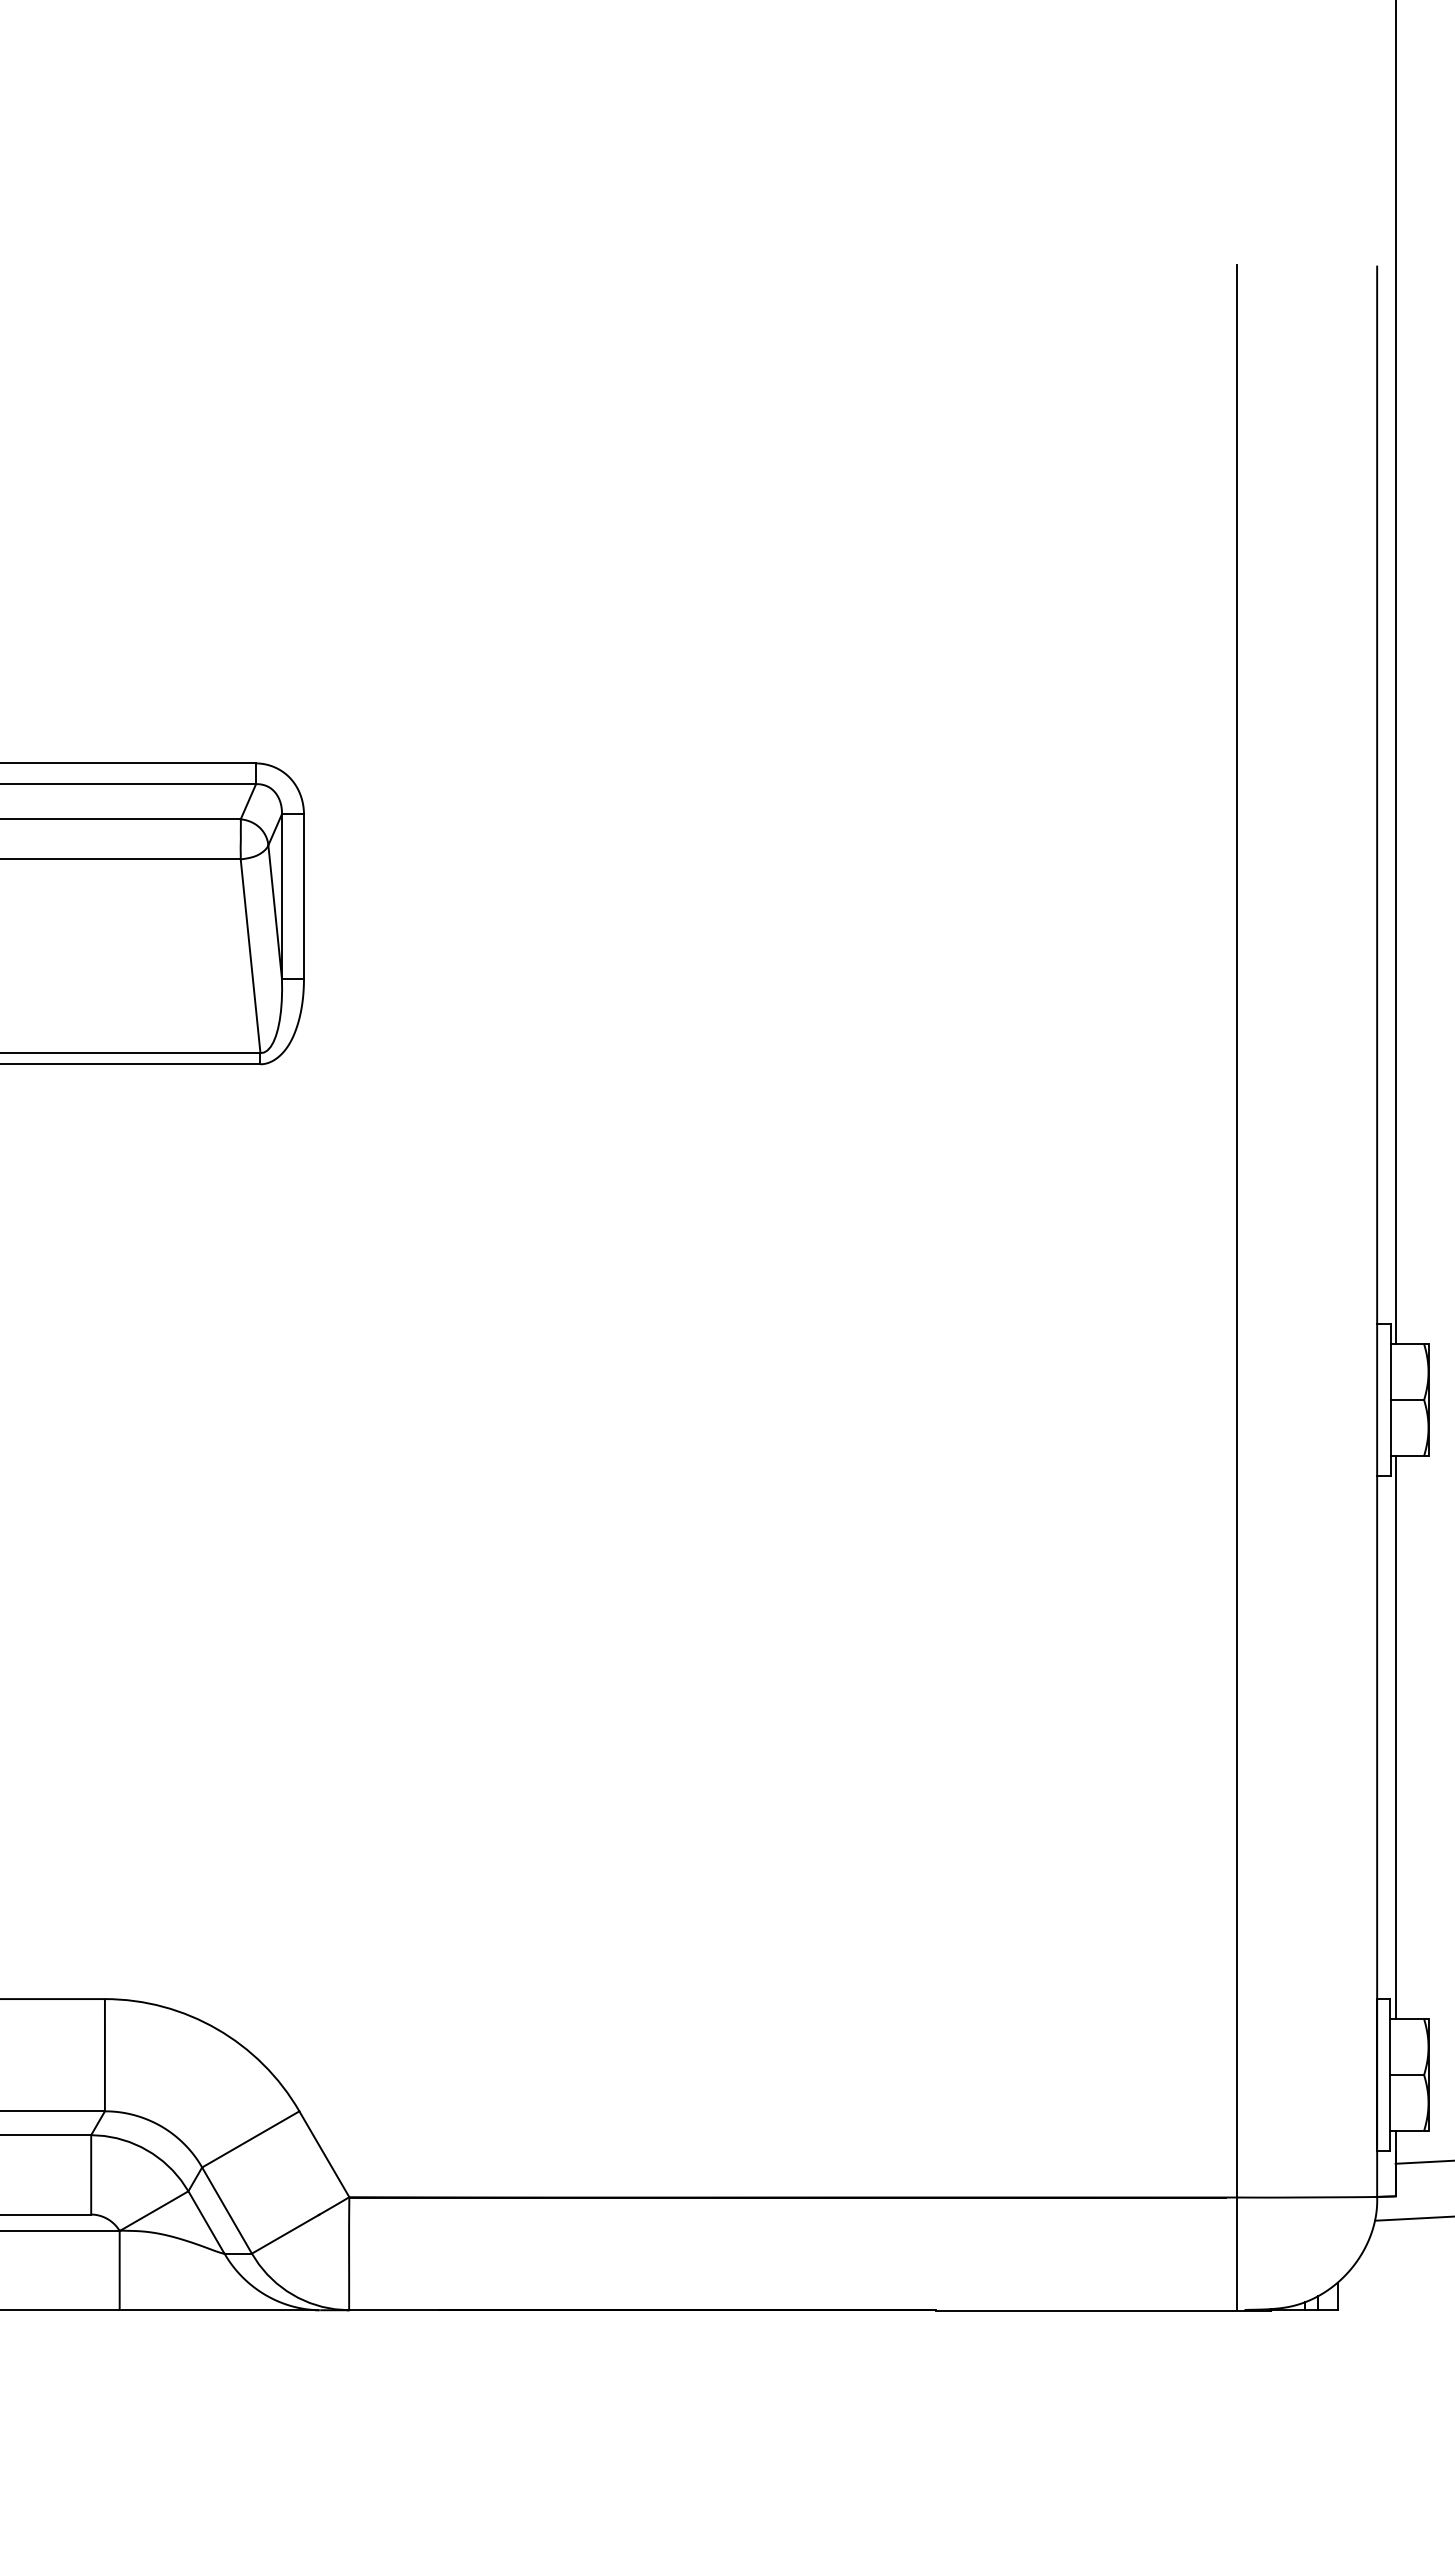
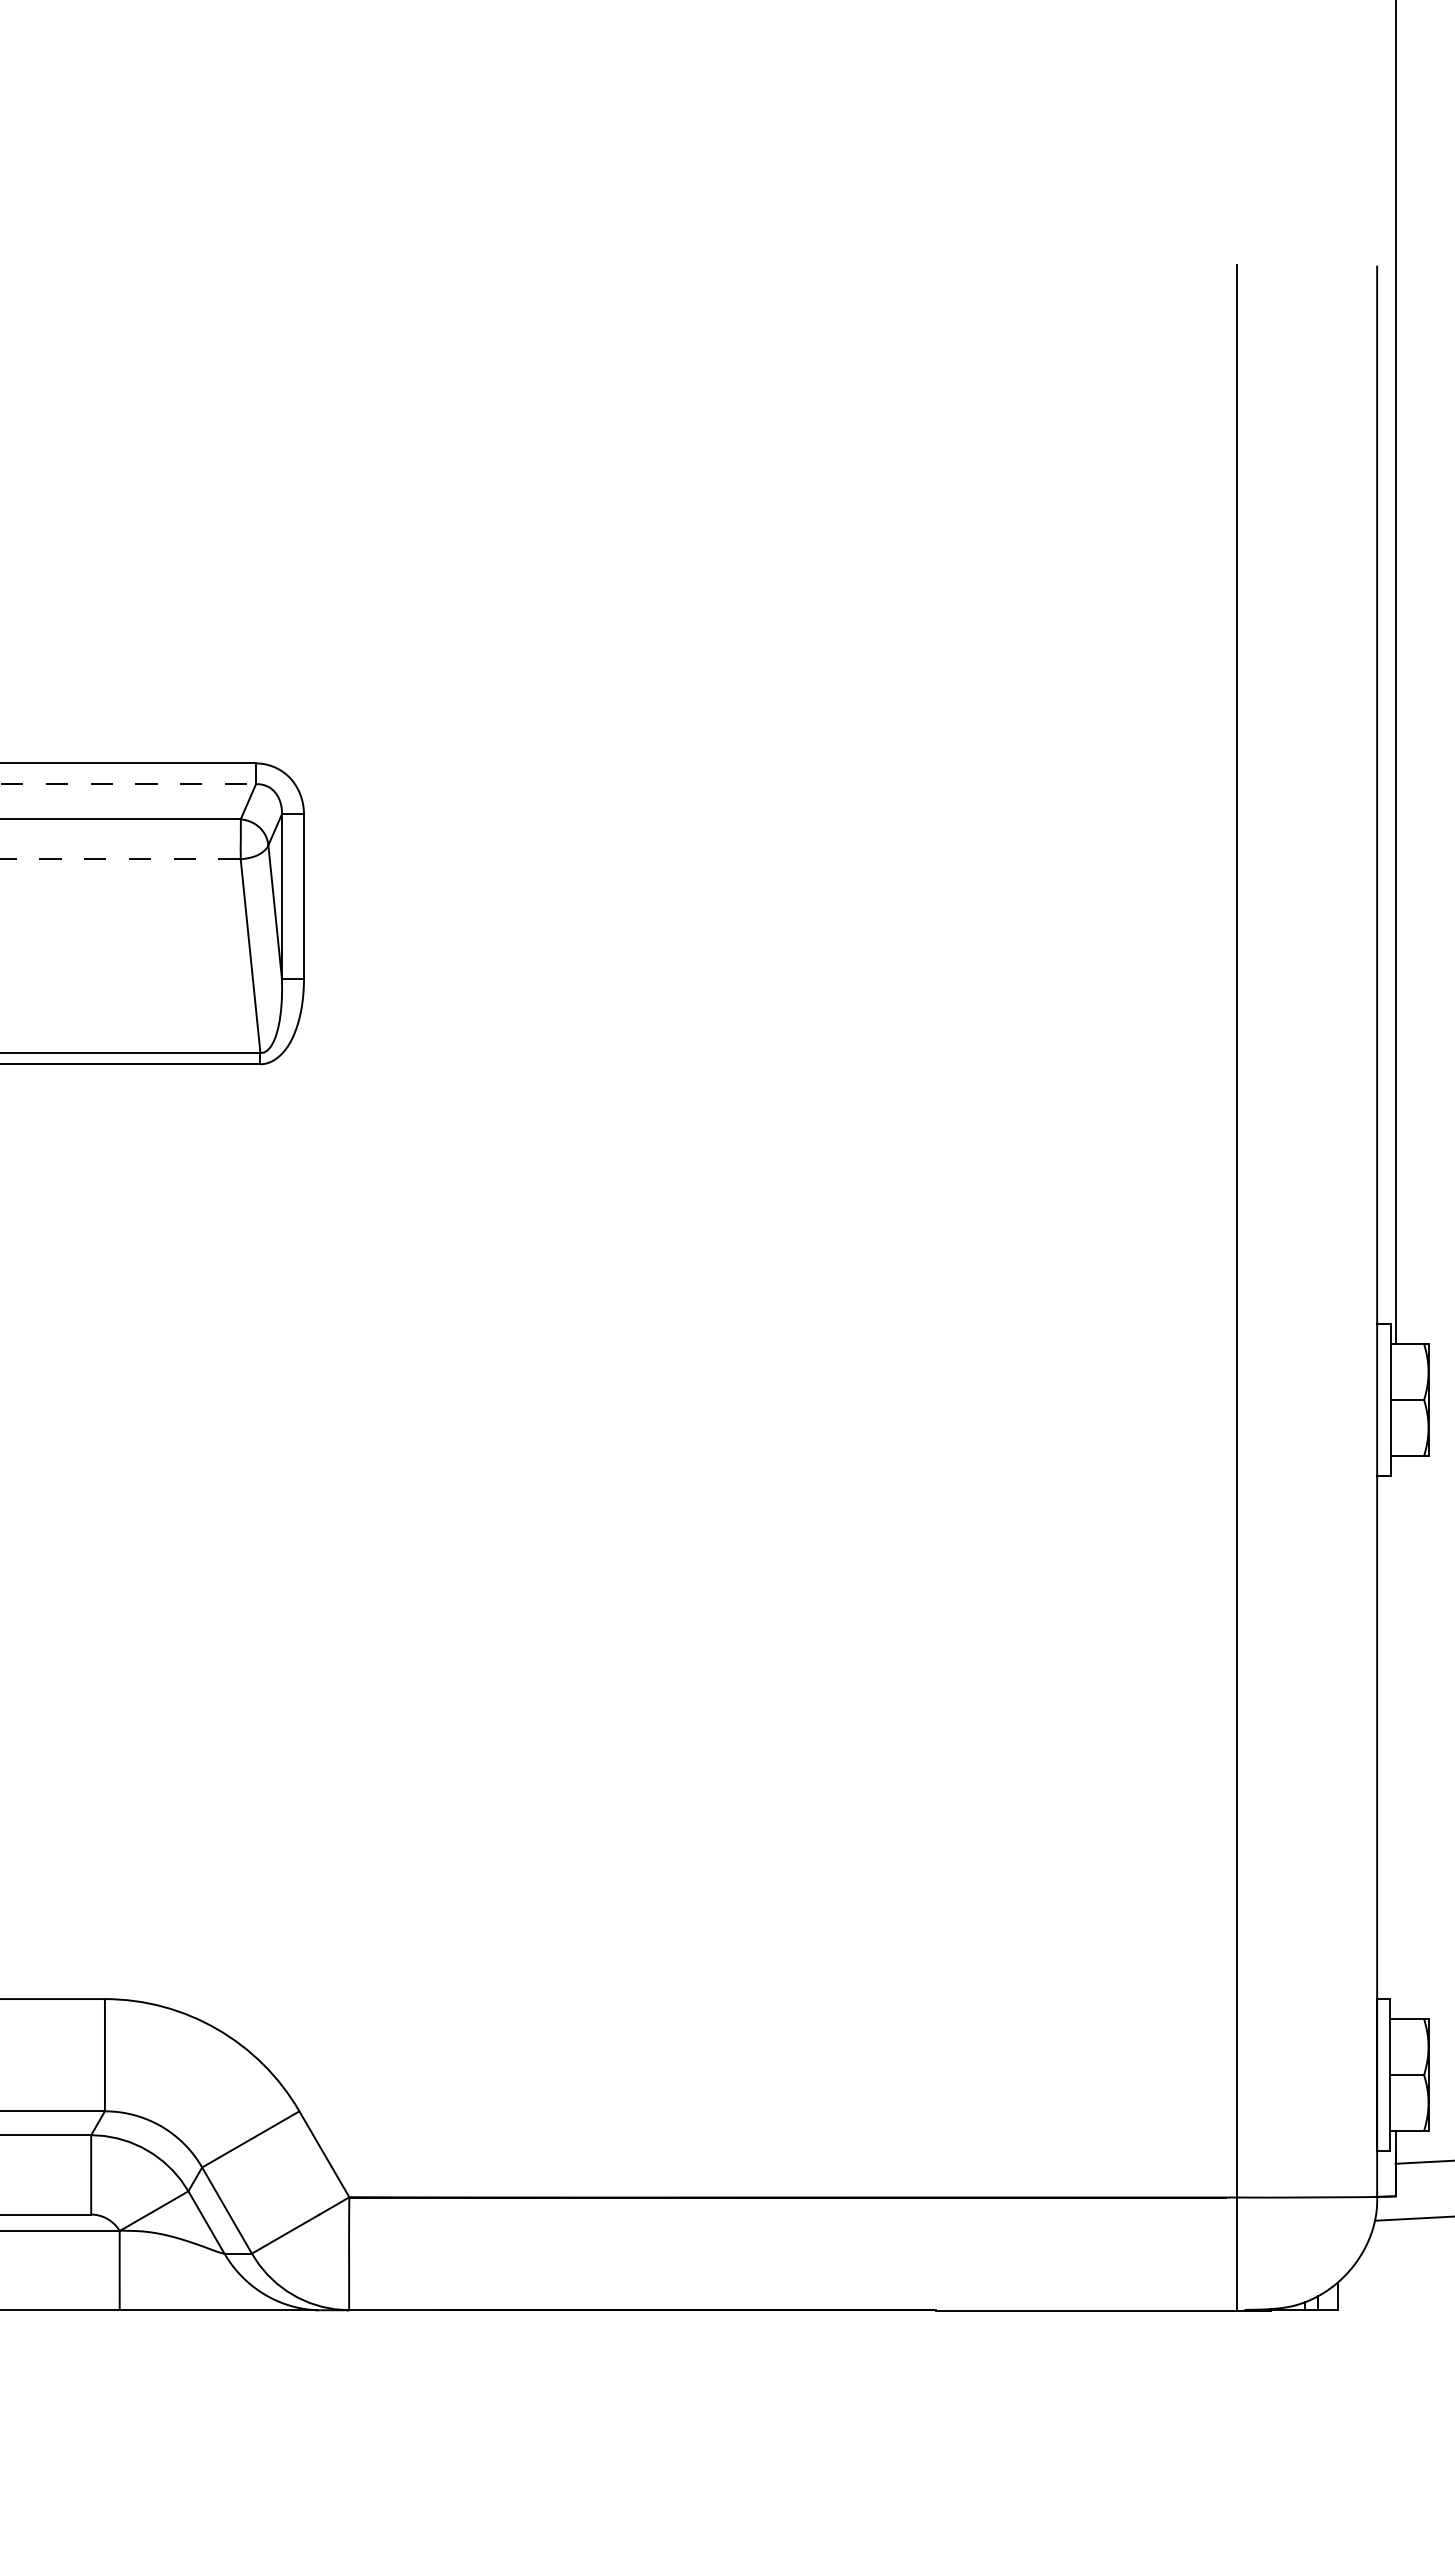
line at (128, 784): solid -> dashed
line at (120, 859): solid -> dashed
line at (1395, 1737): present -> none
